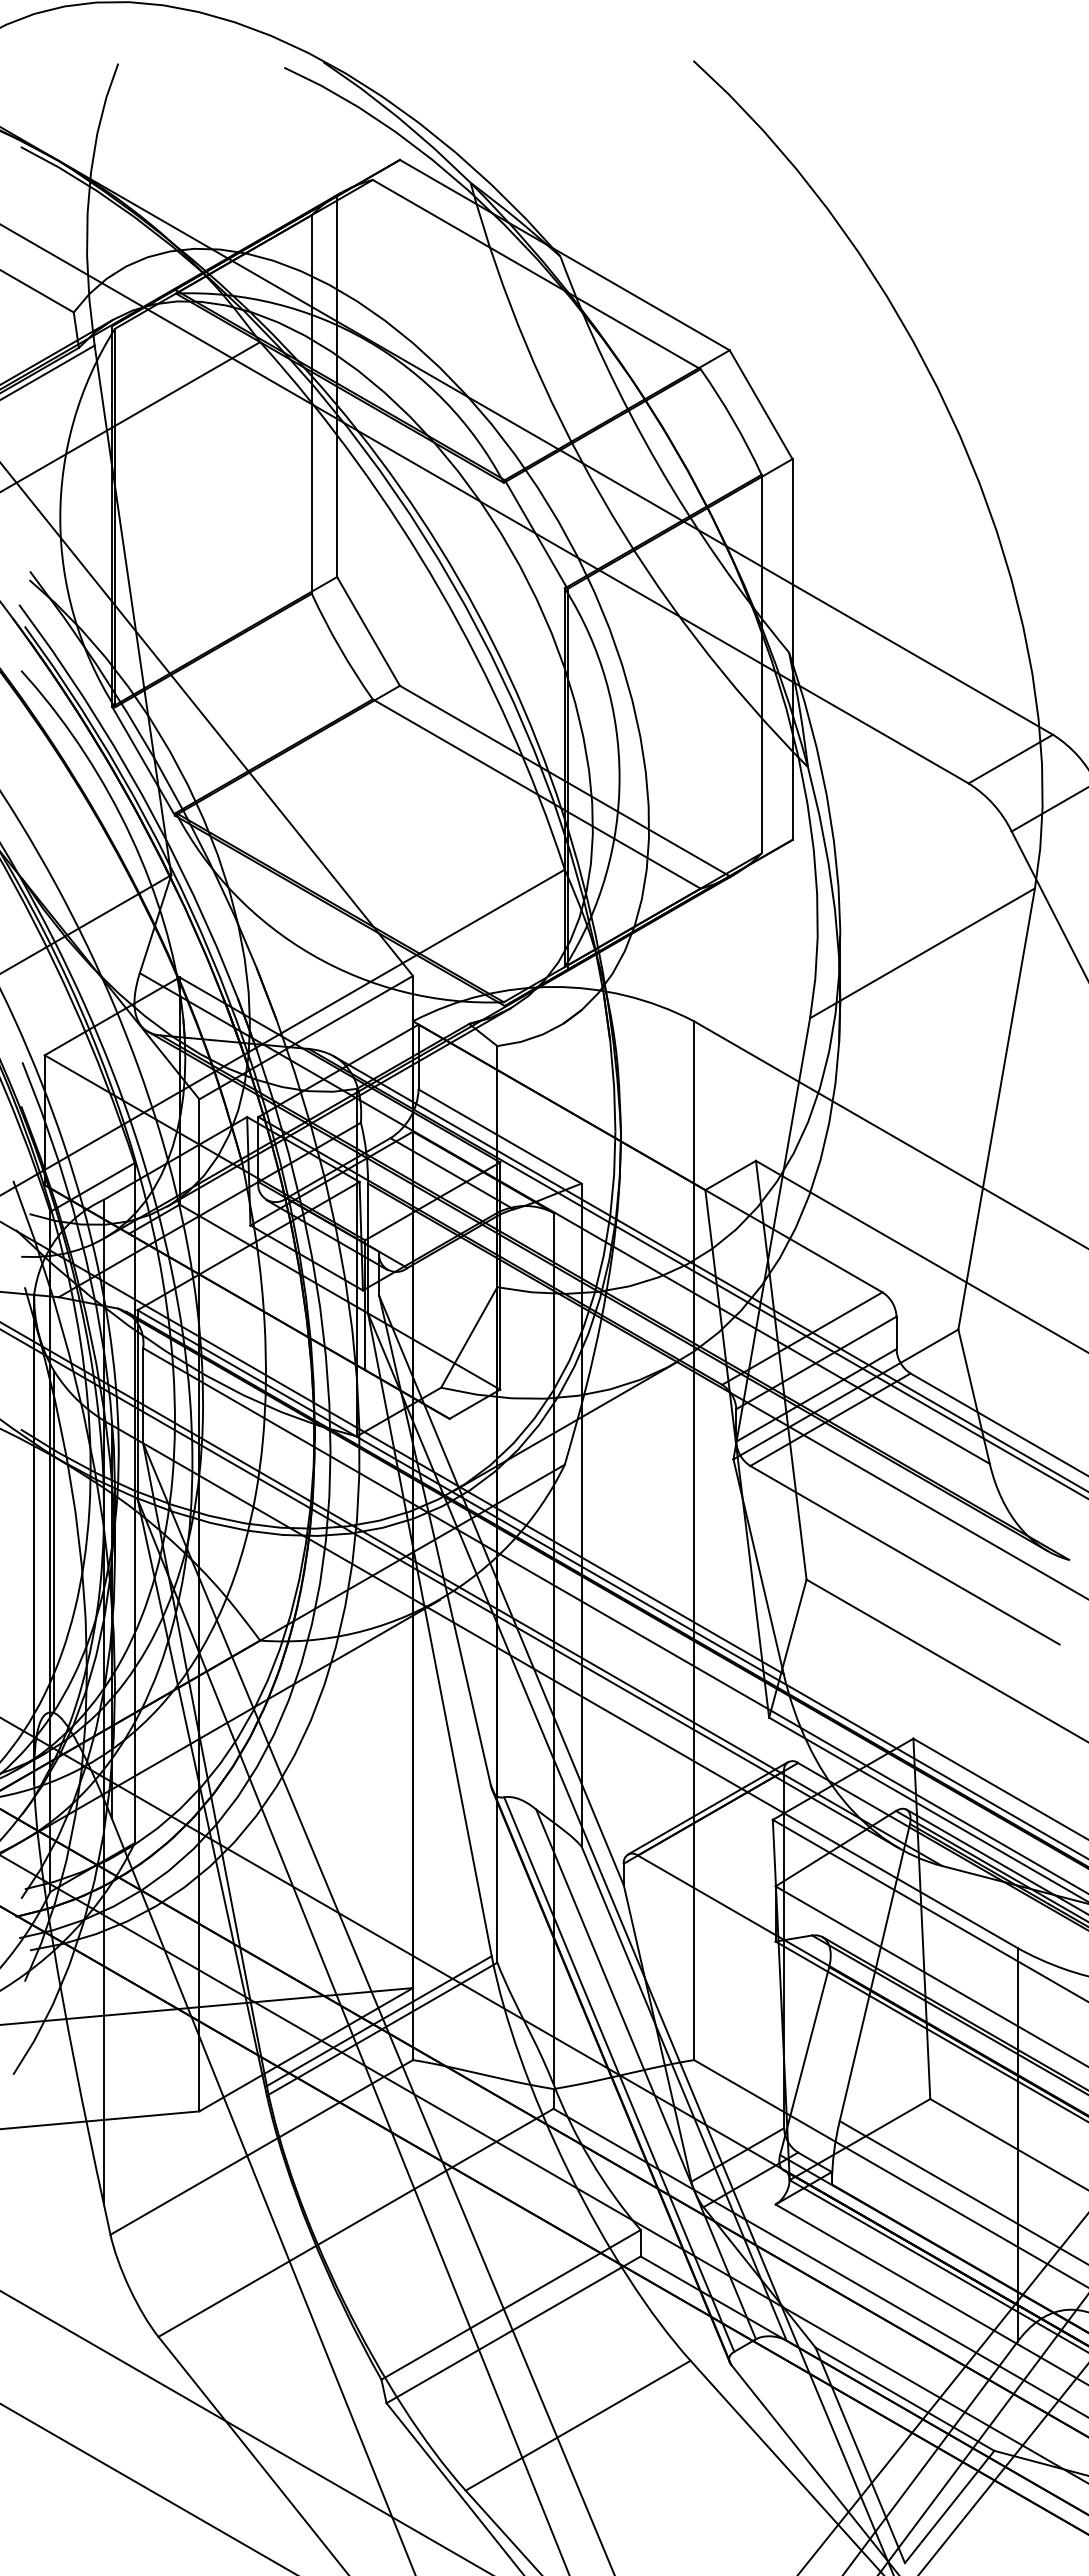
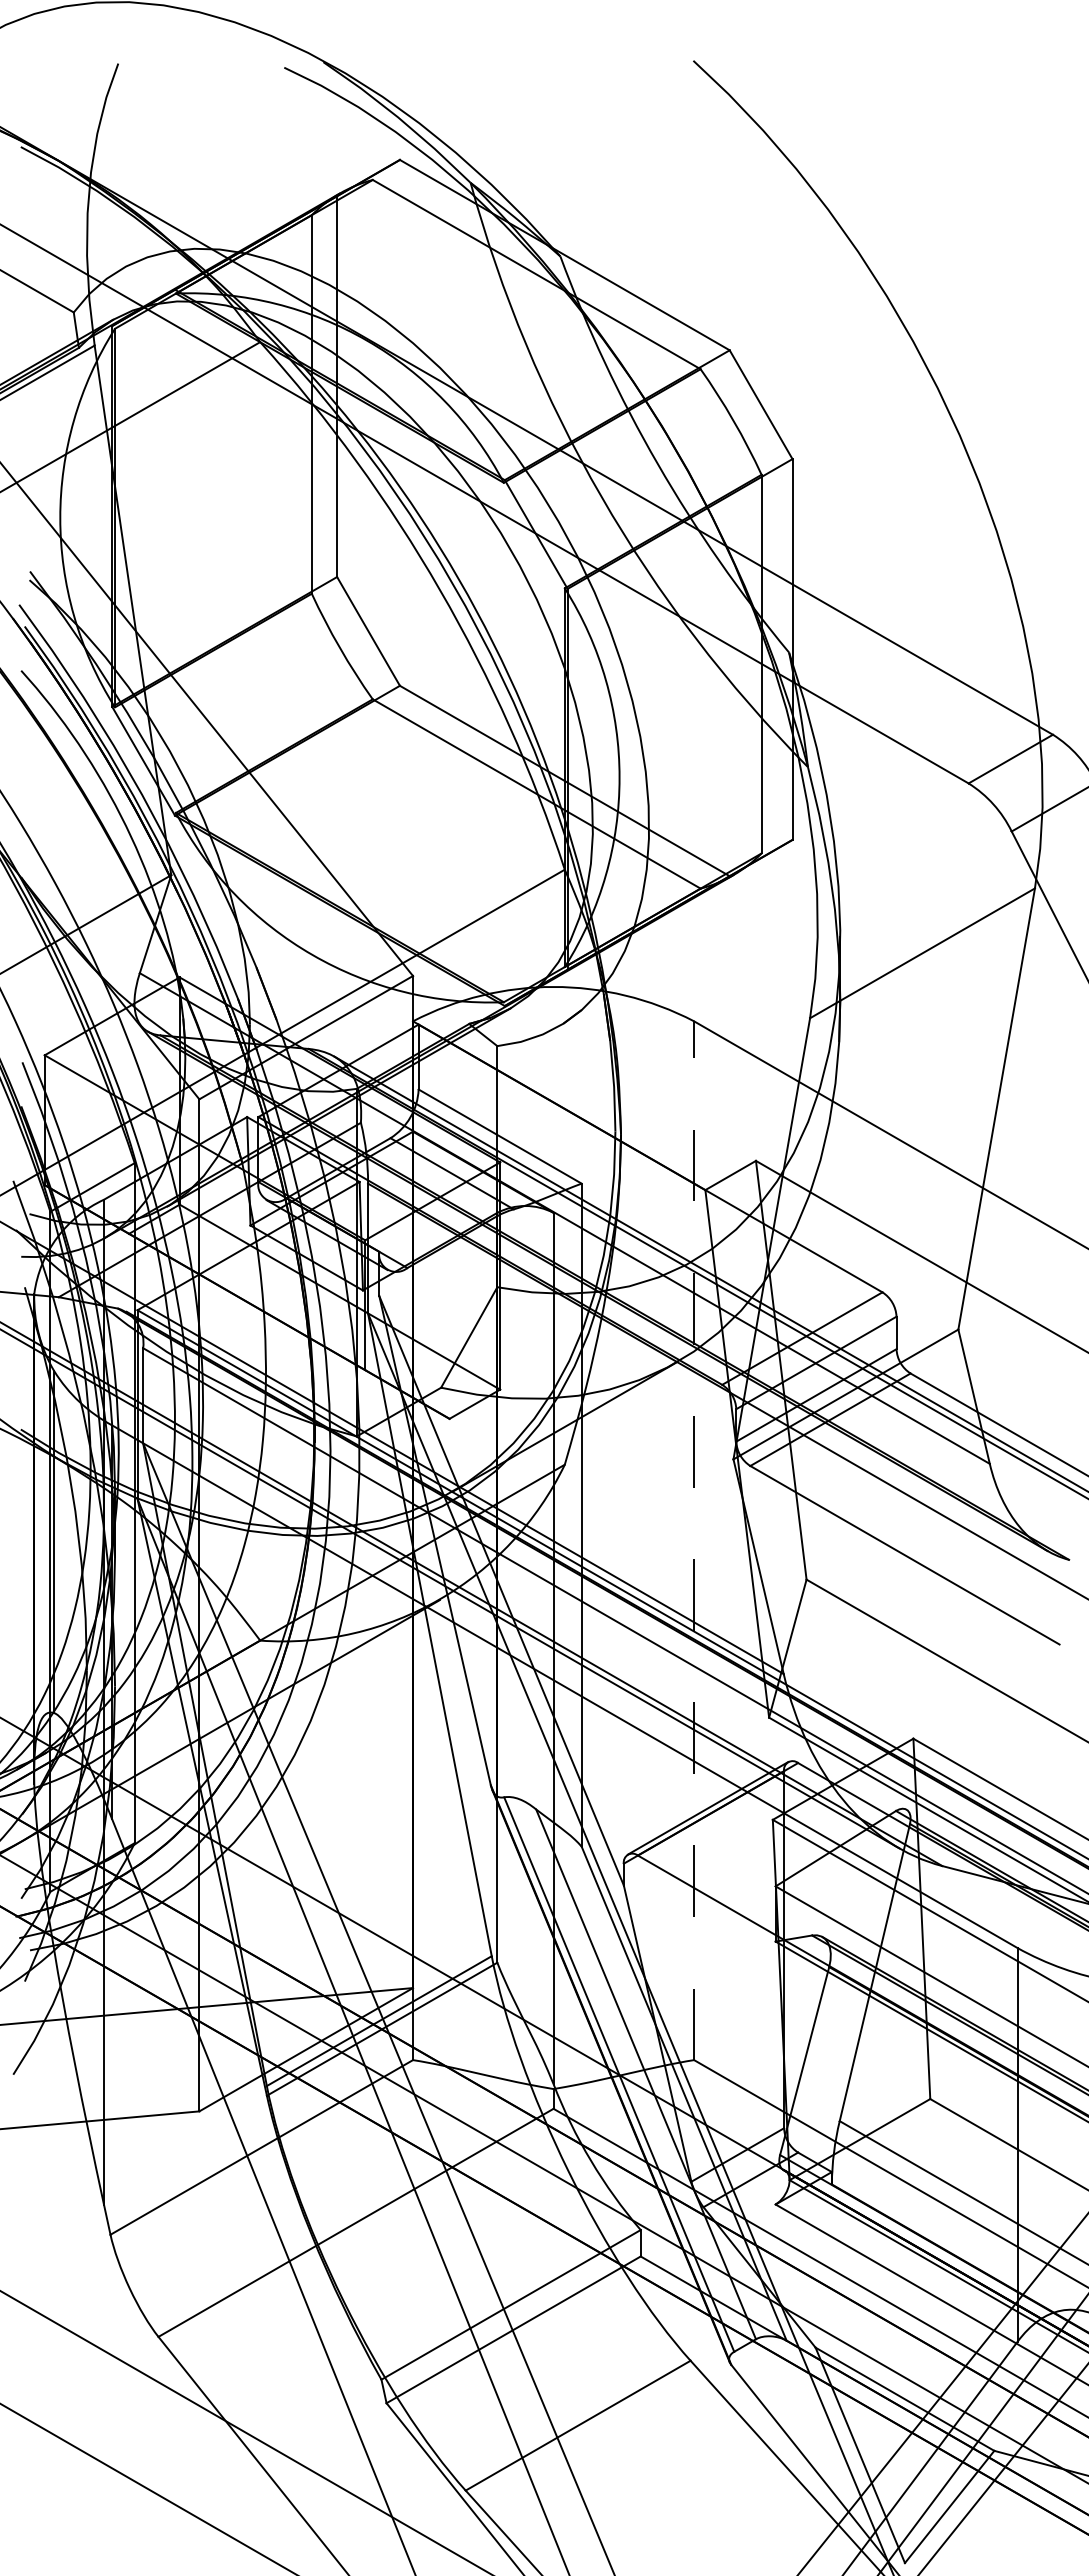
line at (694, 1540): solid -> dashed
line at (995, 1860): present -> none
